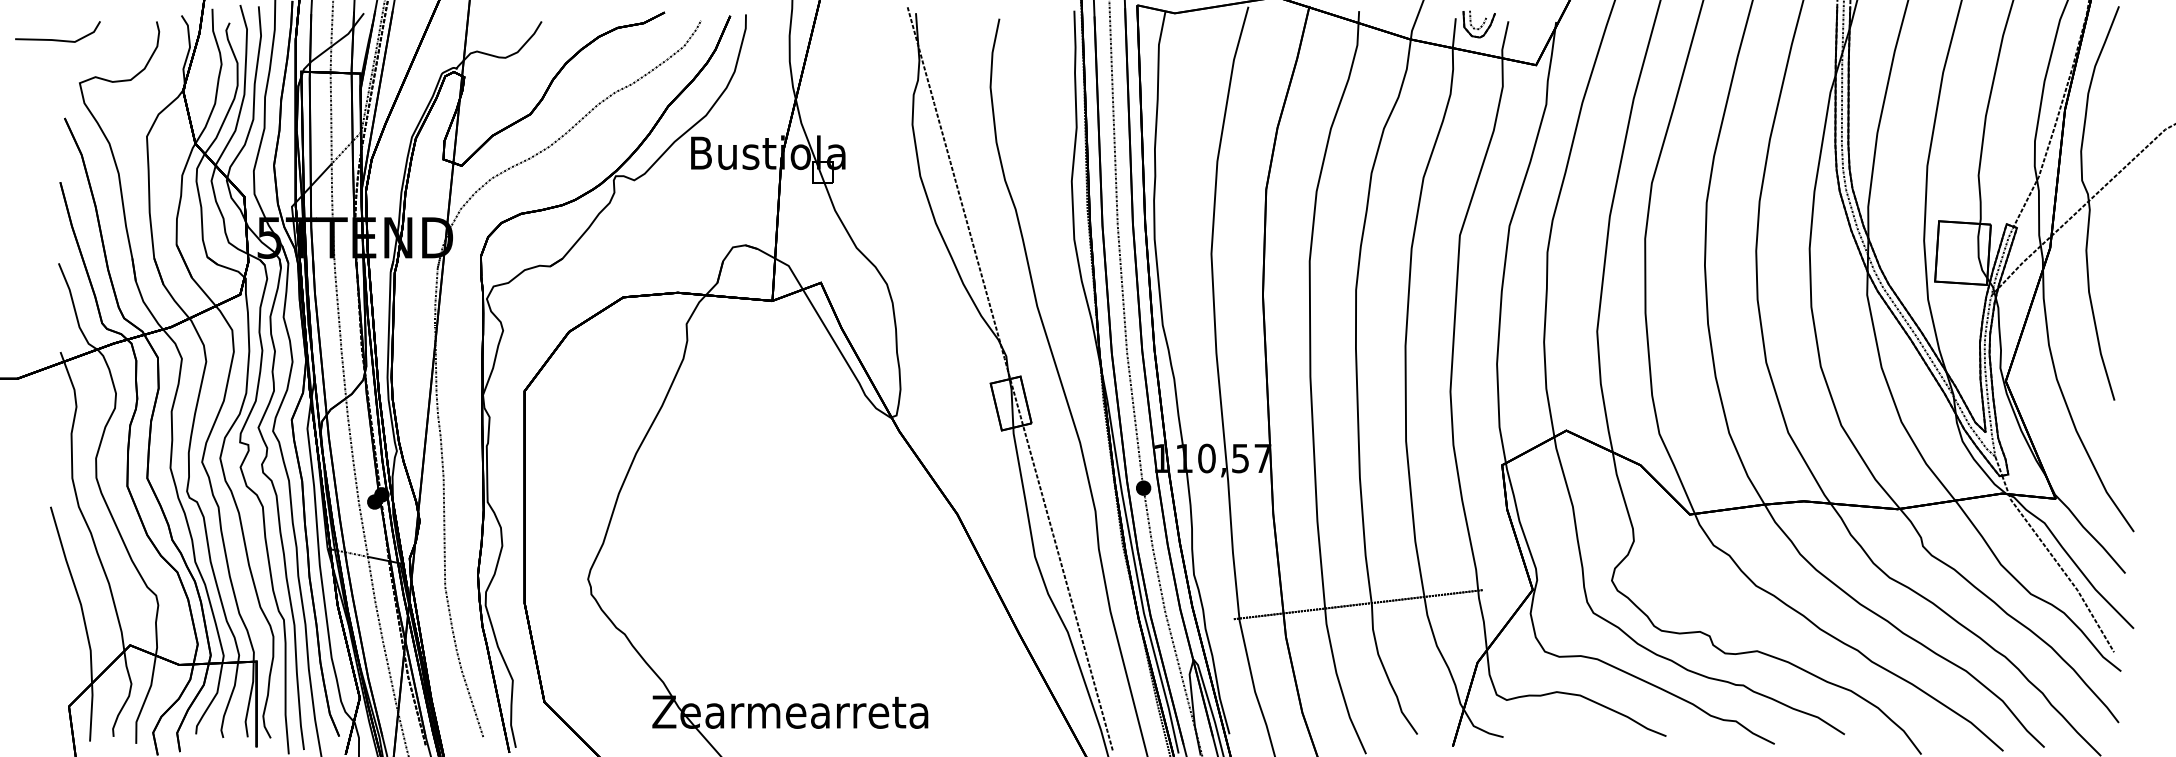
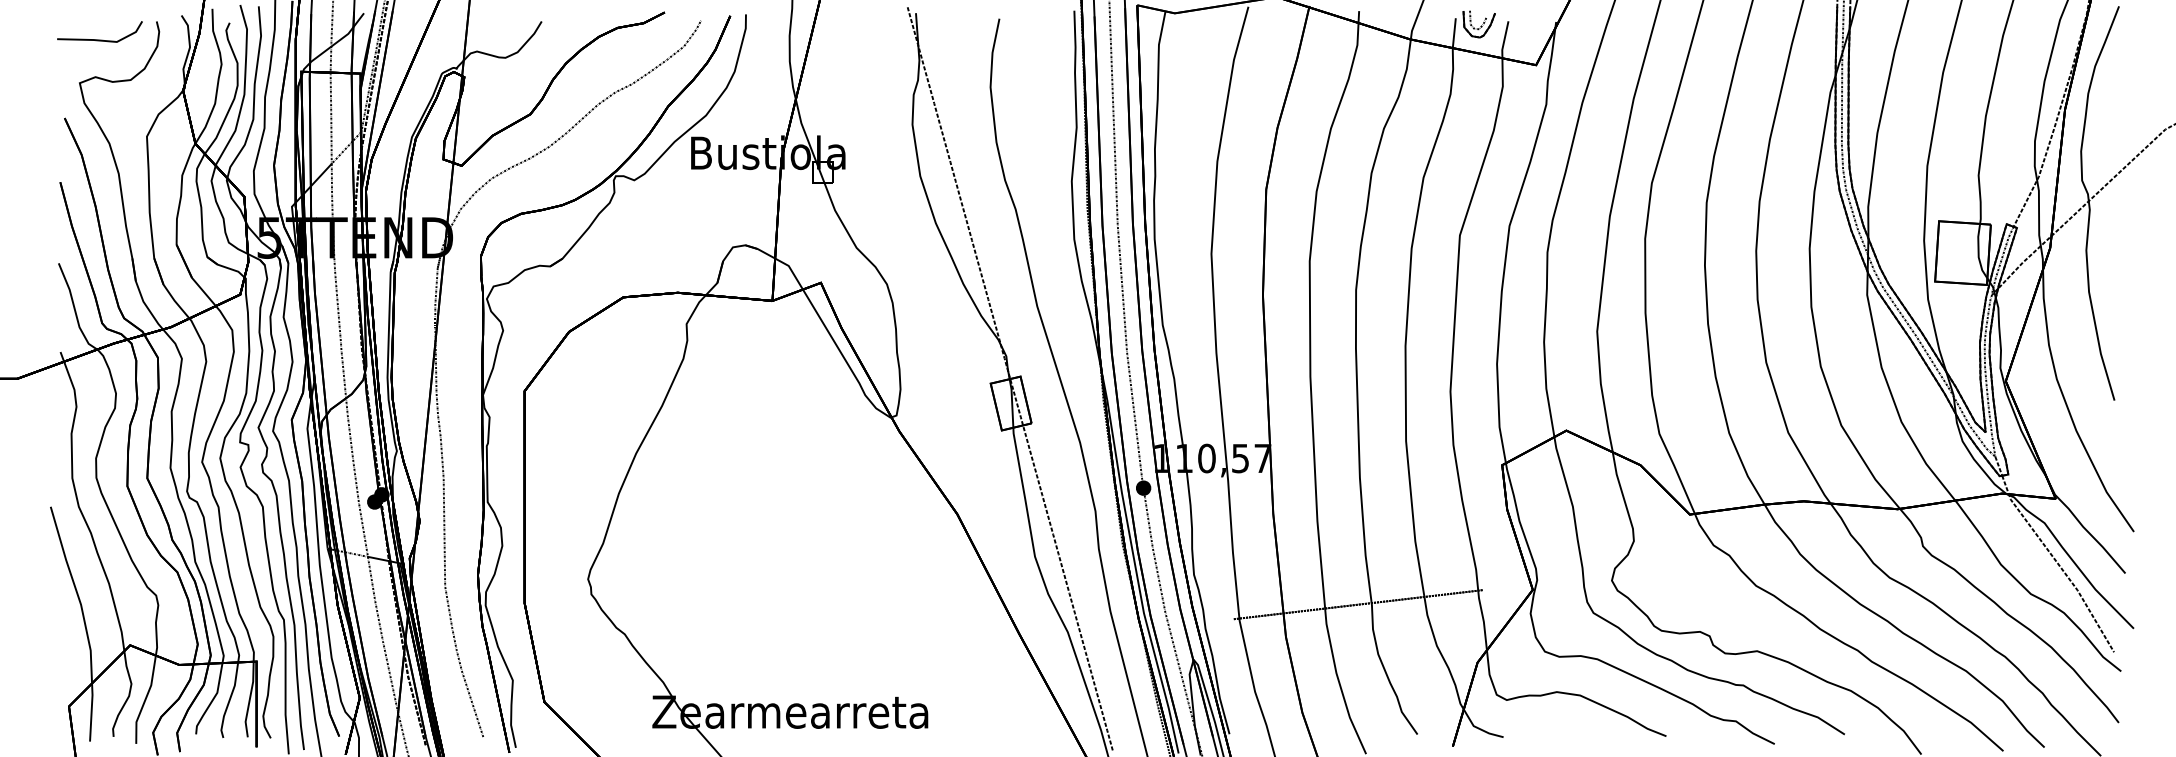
line at (57, 39) position: (57, 39) -> (99, 39)
